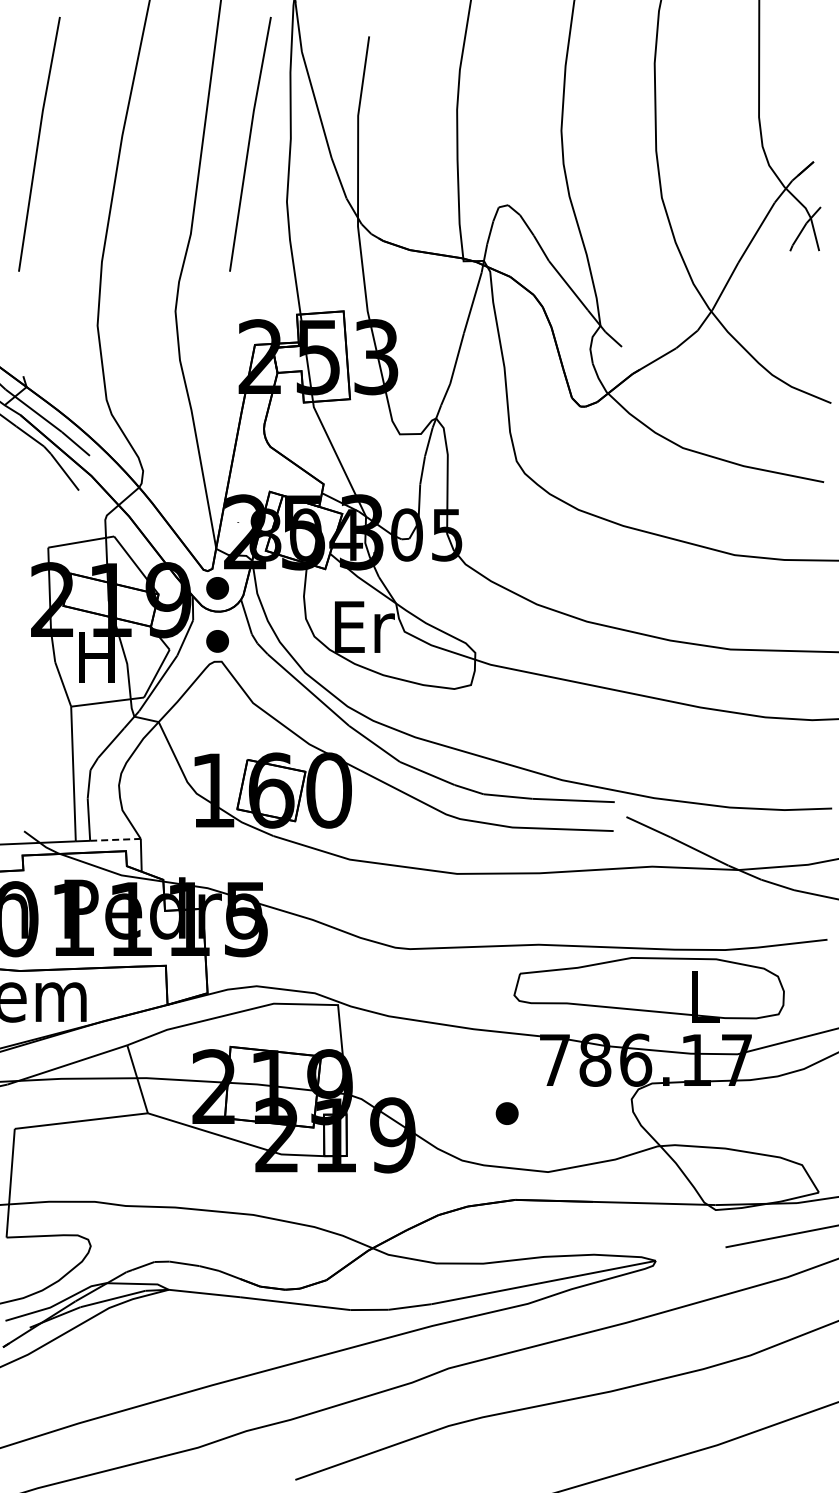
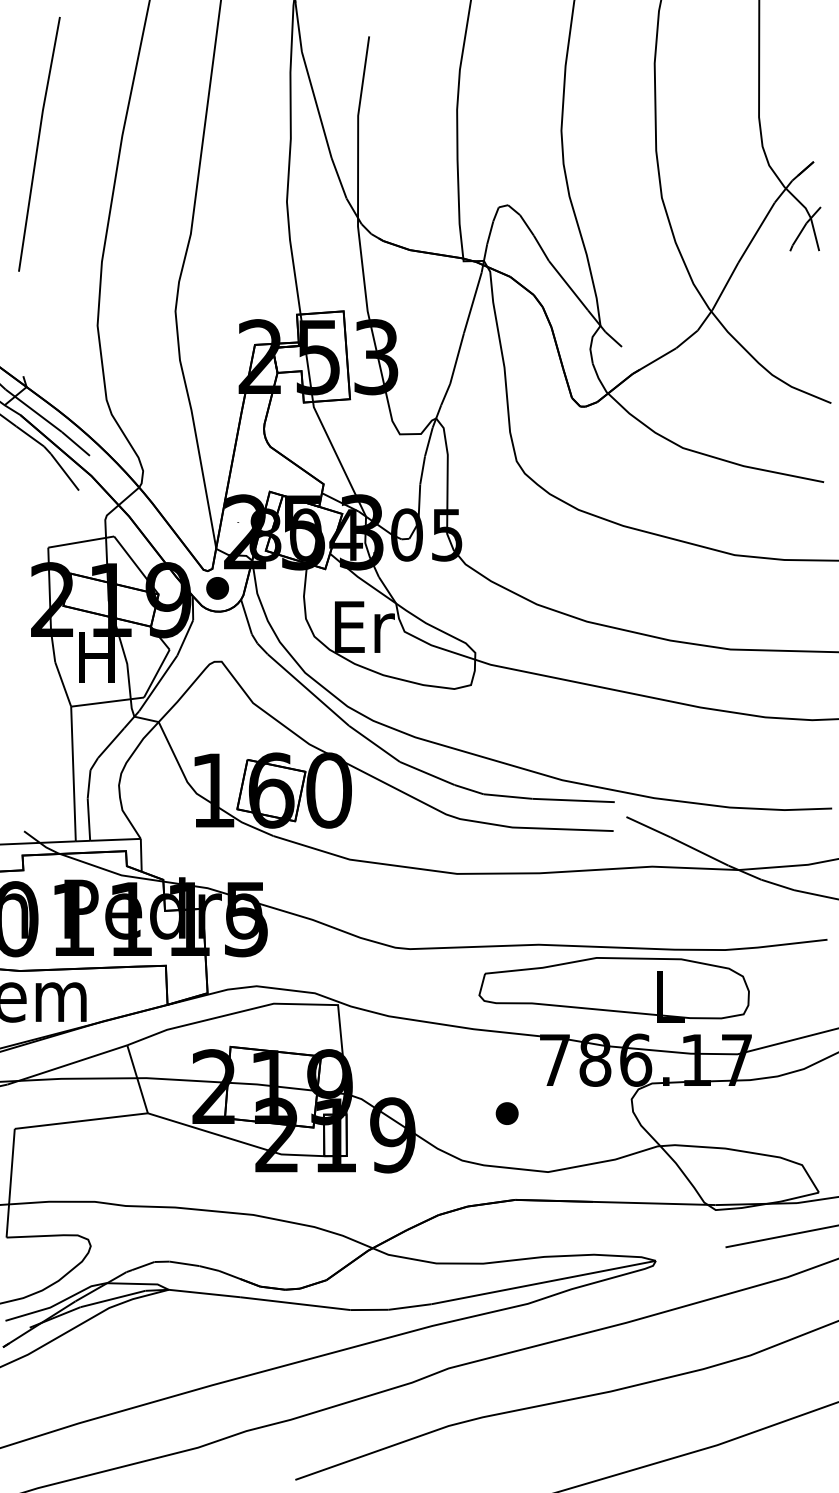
line at (250, 142): present -> none
part at (217, 641): present -> none
line at (116, 839): dashed -> solid
part at (648, 989) position: (648, 989) -> (613, 989)
